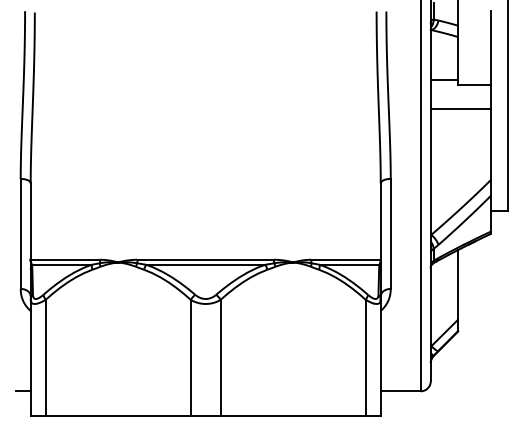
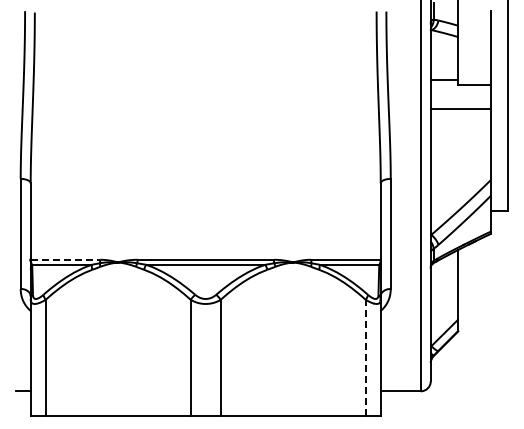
line at (65, 259): solid -> dashed
line at (365, 357): solid -> dashed
